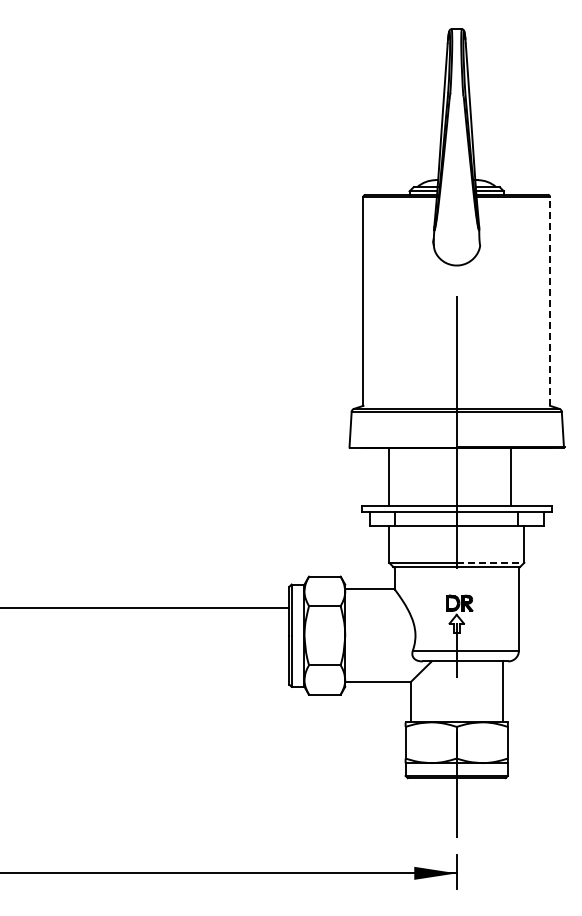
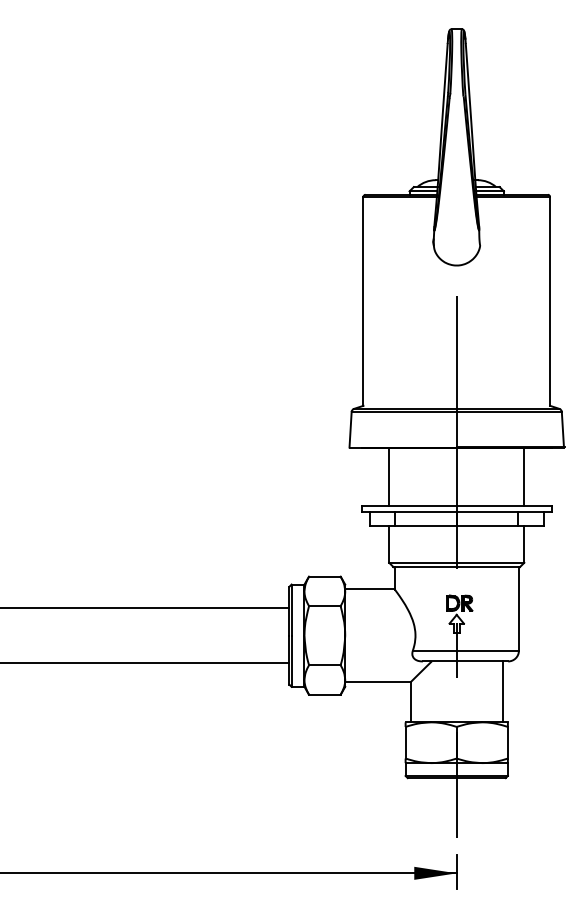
line at (550, 300): dashed -> solid
line at (511, 476) position: (511, 476) -> (524, 476)
line at (490, 562): dashed -> solid
line at (145, 662): none -> present
